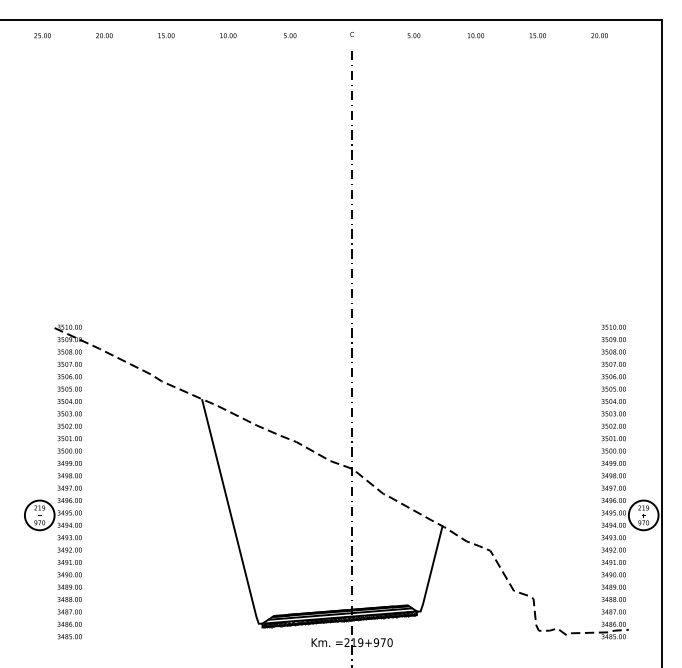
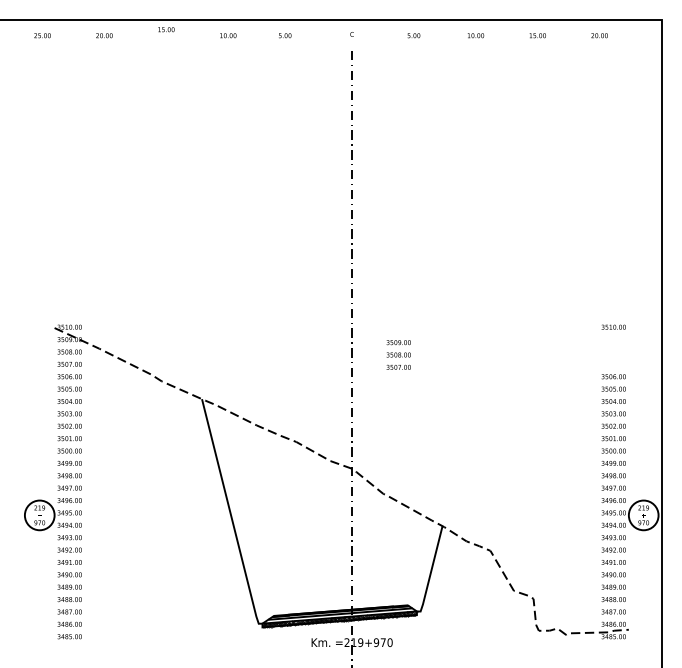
text at (166, 35) position: (166, 35) -> (166, 29)
text at (290, 35) position: (290, 35) -> (285, 35)
text at (613, 351) position: (613, 351) -> (398, 354)
